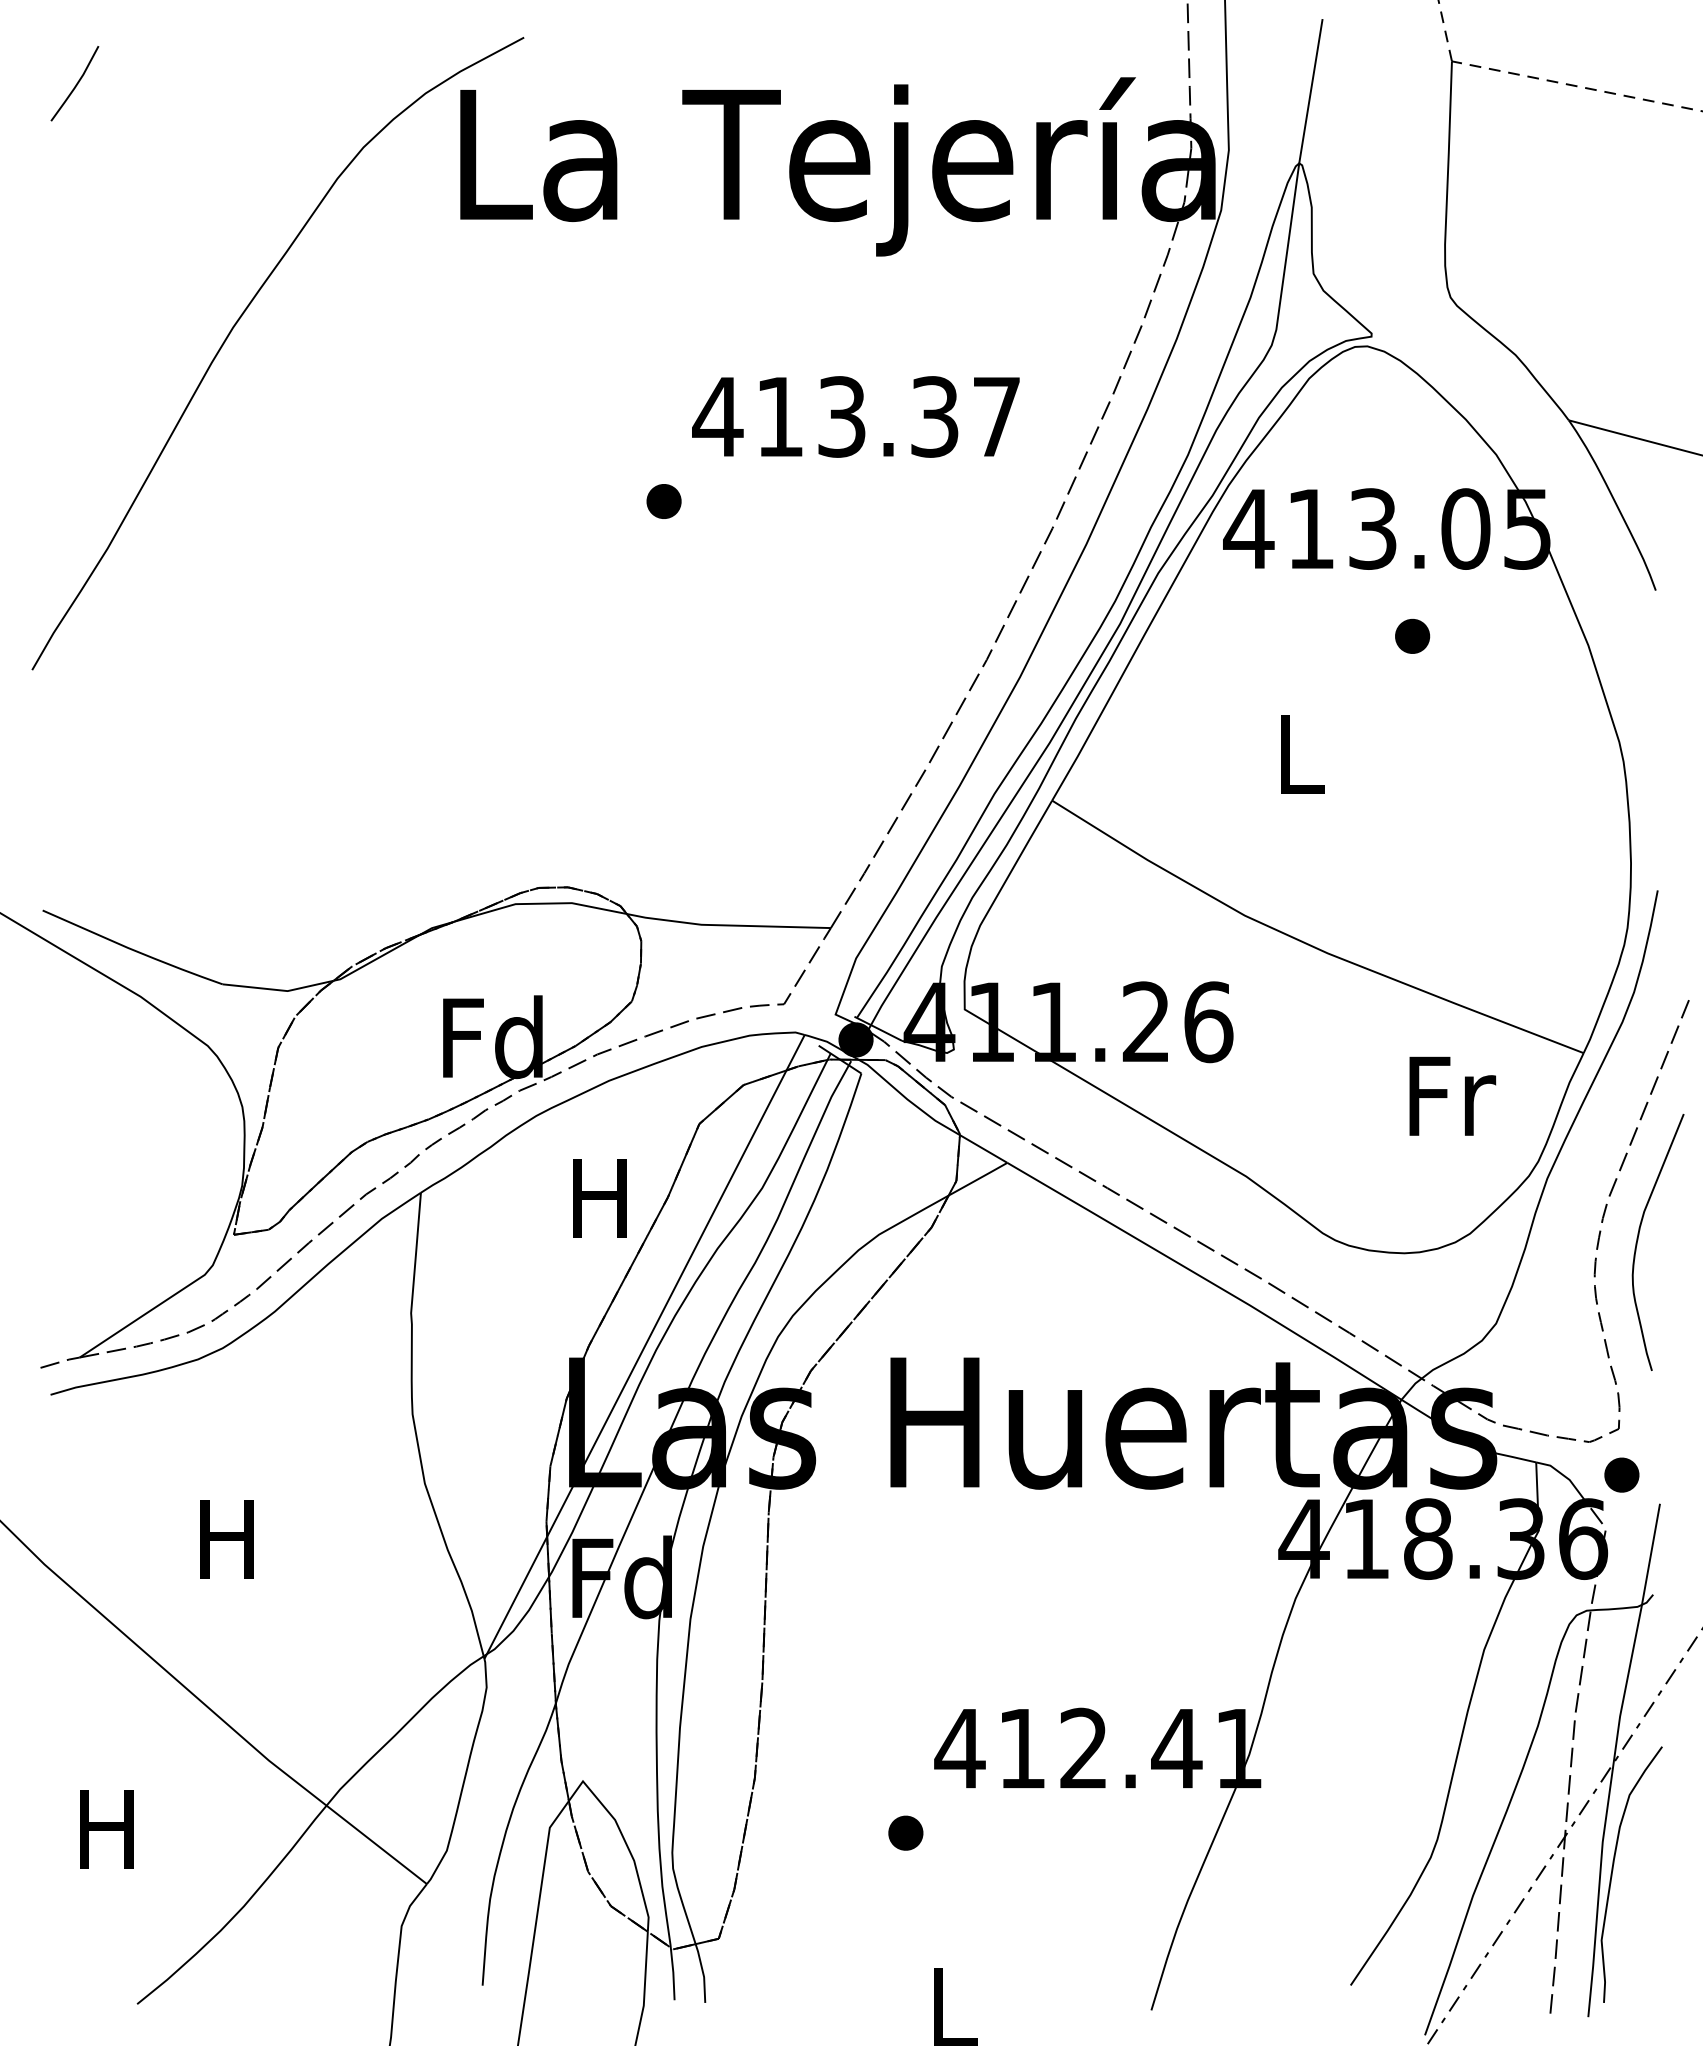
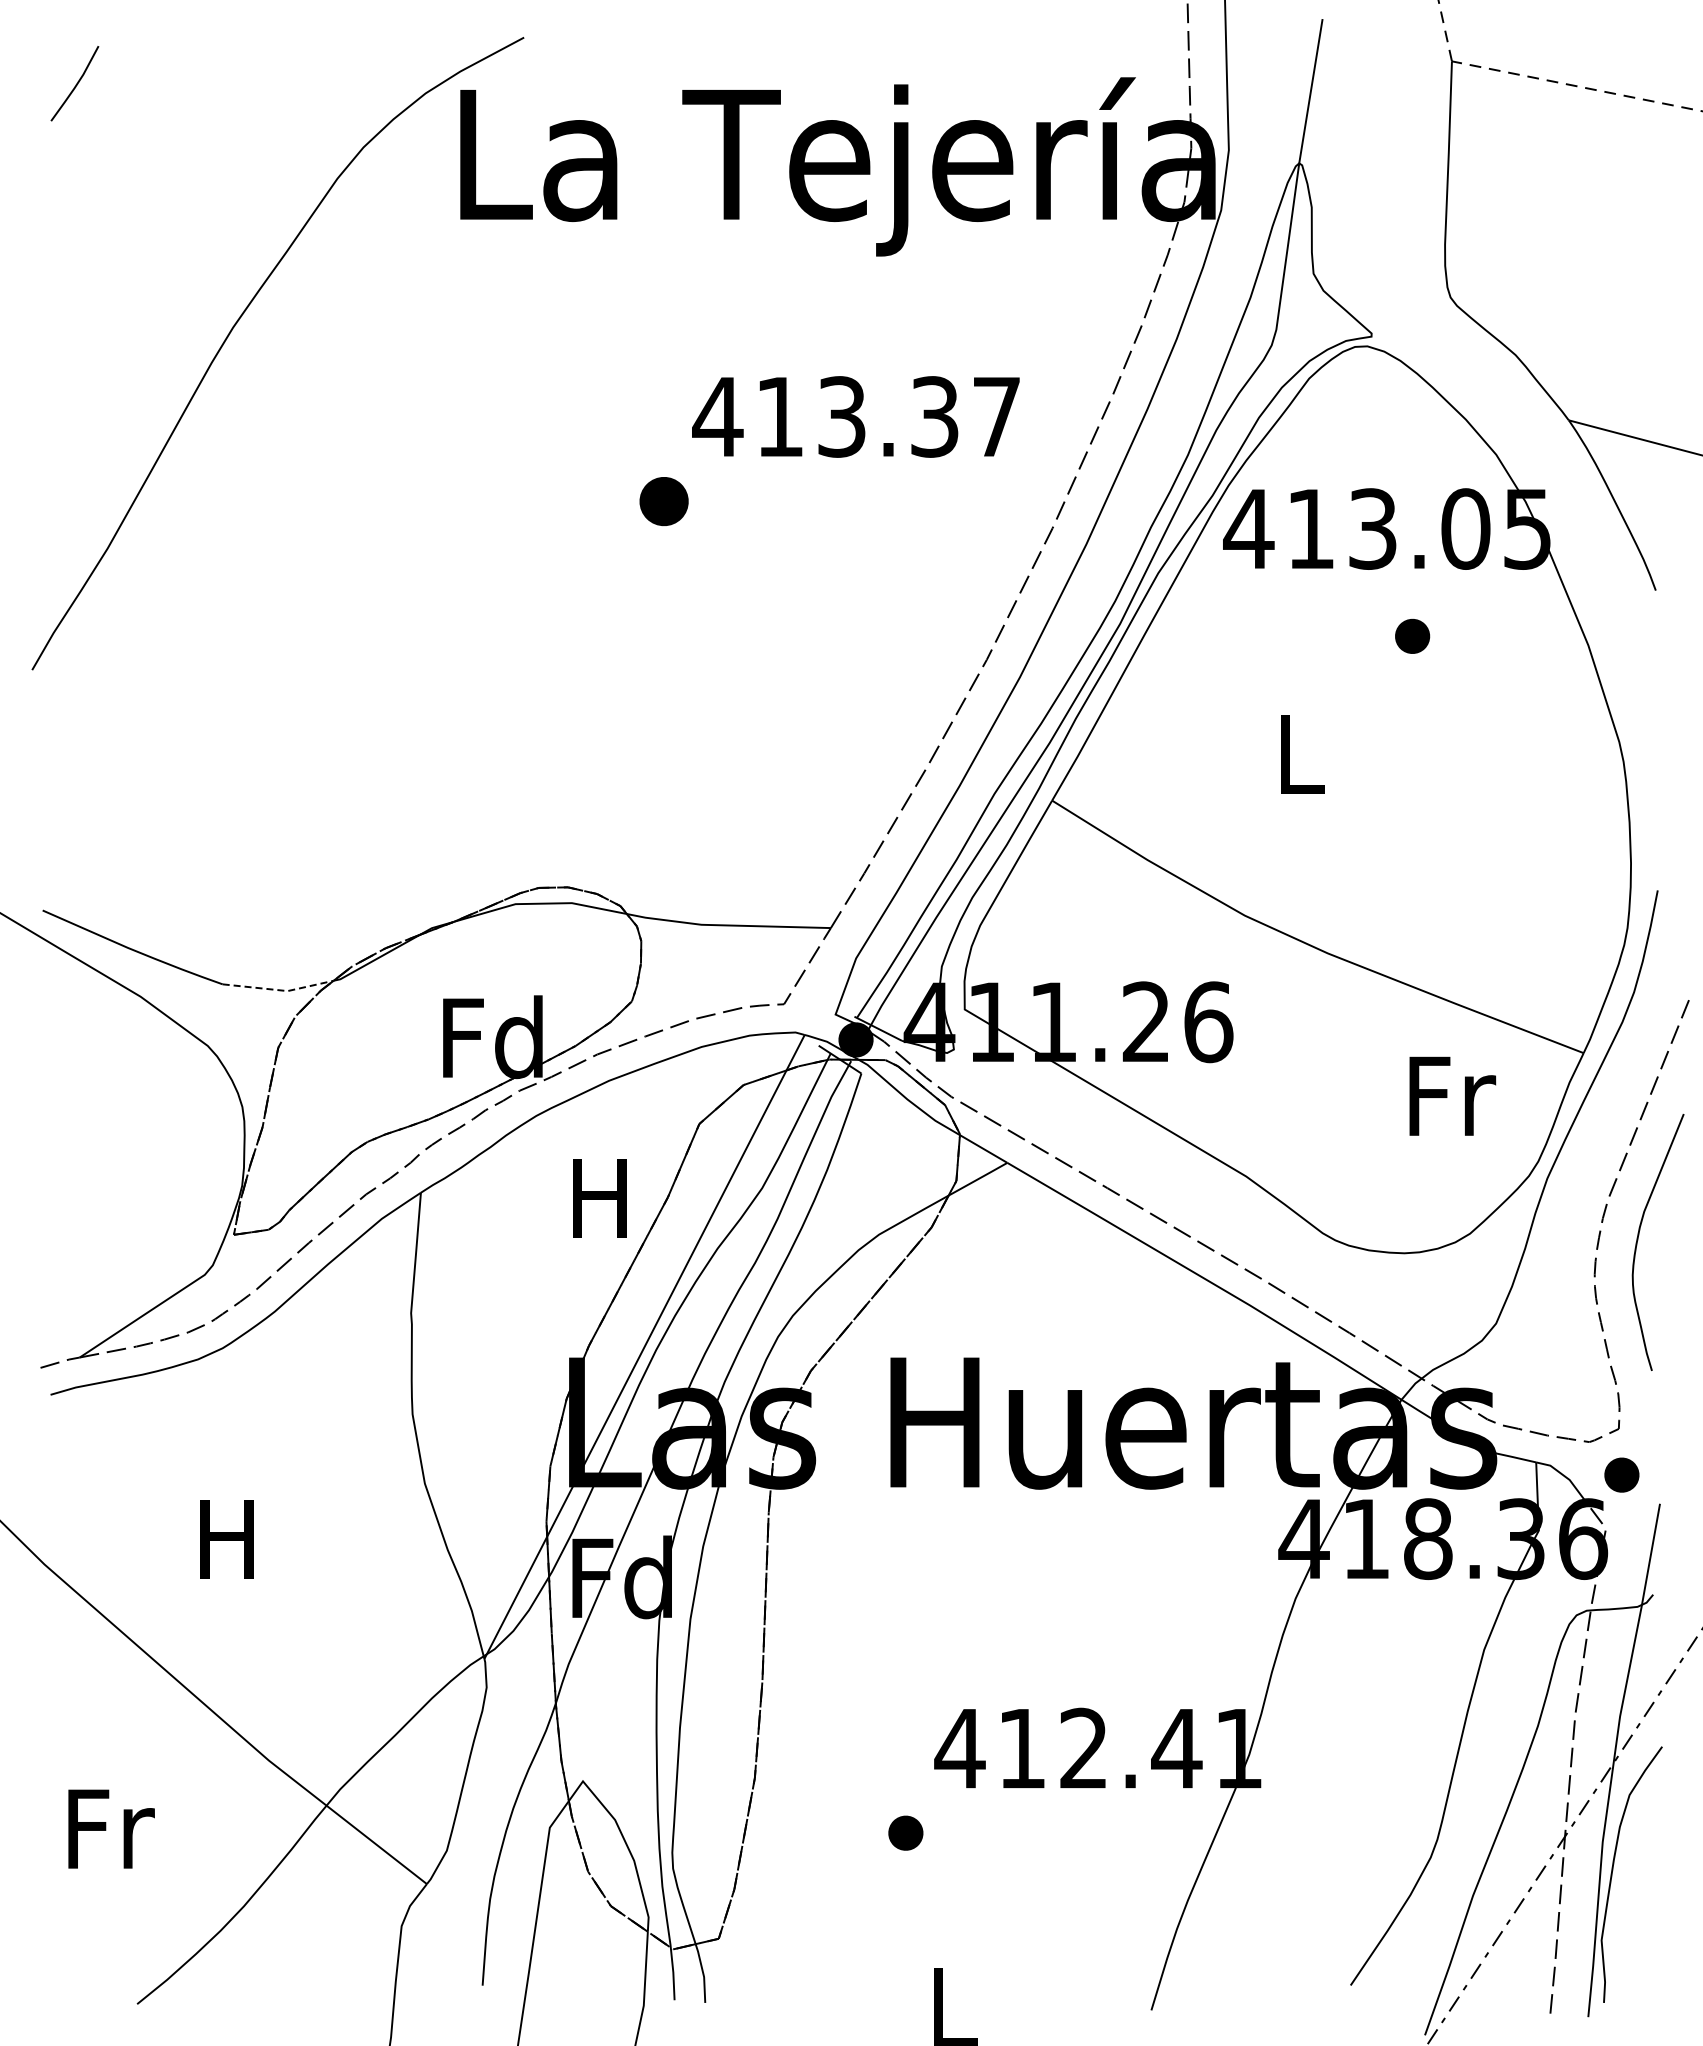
part at (663, 501) size: 36x35 px -> 50x50 px
line at (279, 990): solid -> dashed
text at (111, 1828): H -> Fr
